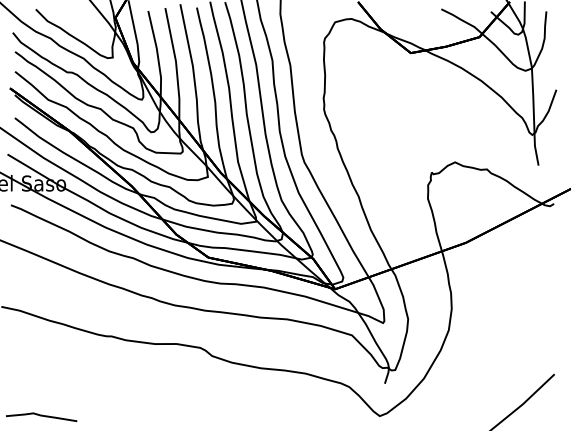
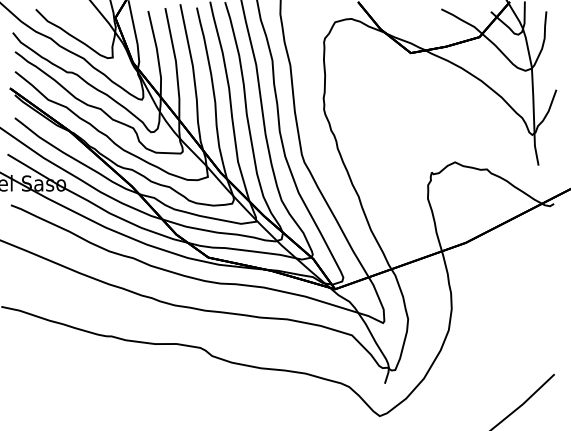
curve at (41, 416): present -> none
